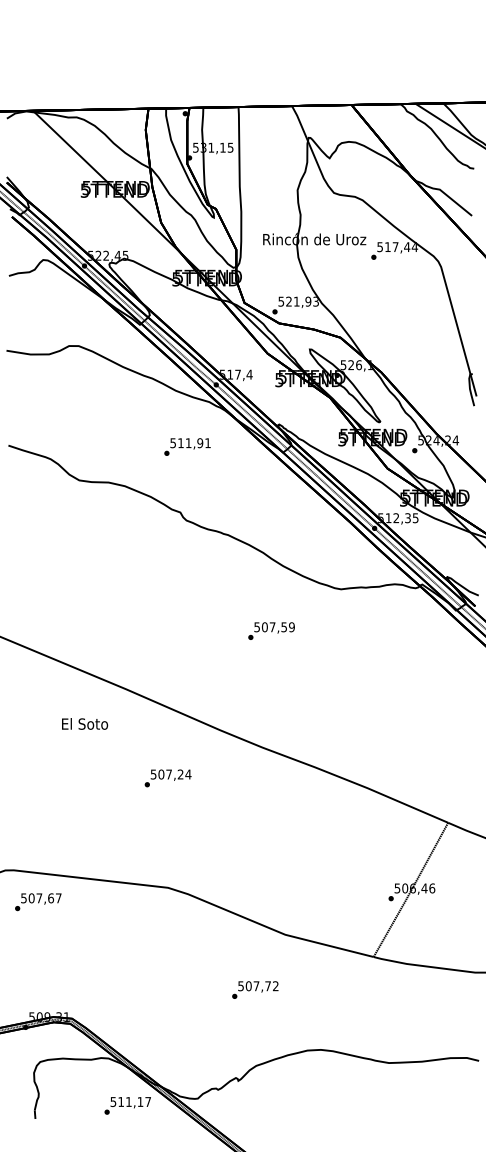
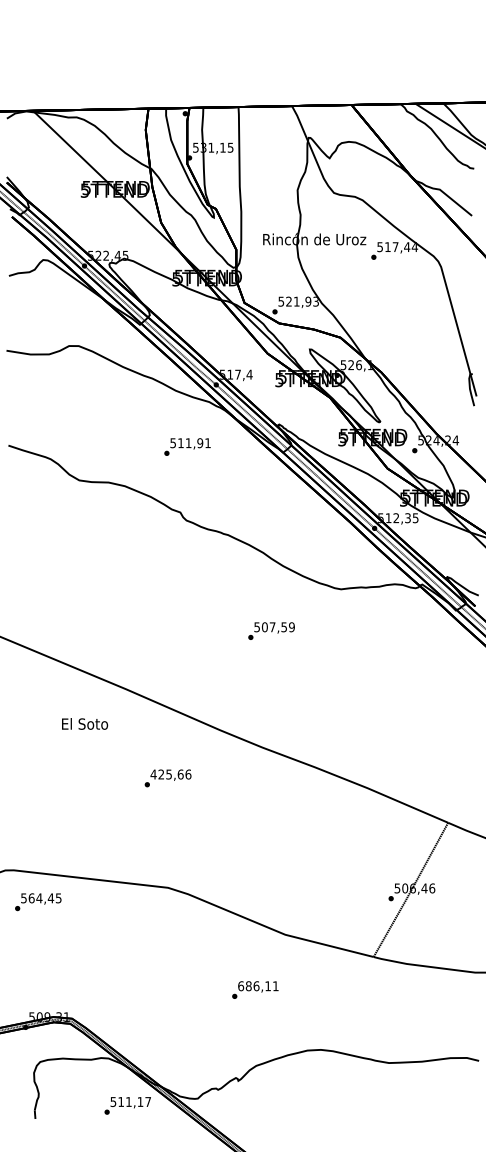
text at (170, 774): 507,24 -> 425,66
text at (45, 898): 507,67 -> 564,45
text at (258, 986): 507,72 -> 686,11
